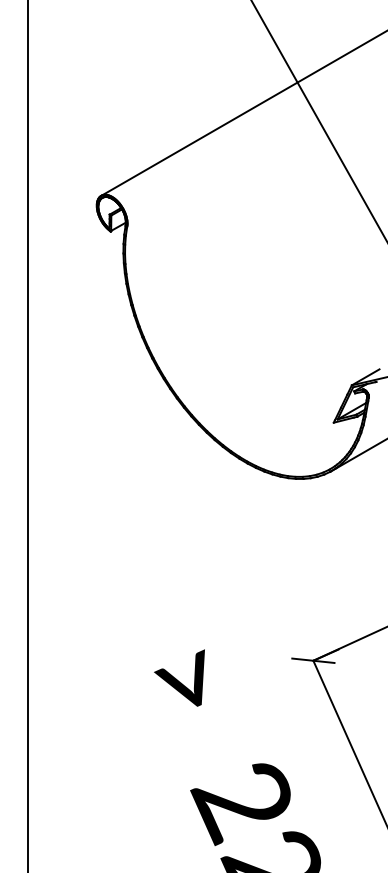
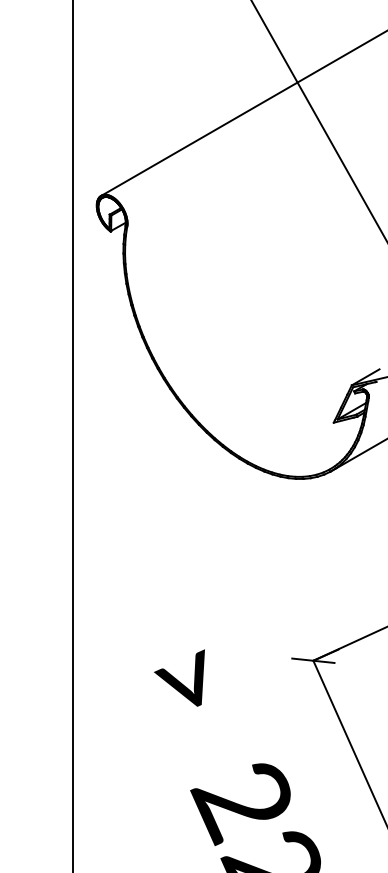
line at (27, 435) position: (27, 435) -> (72, 435)
